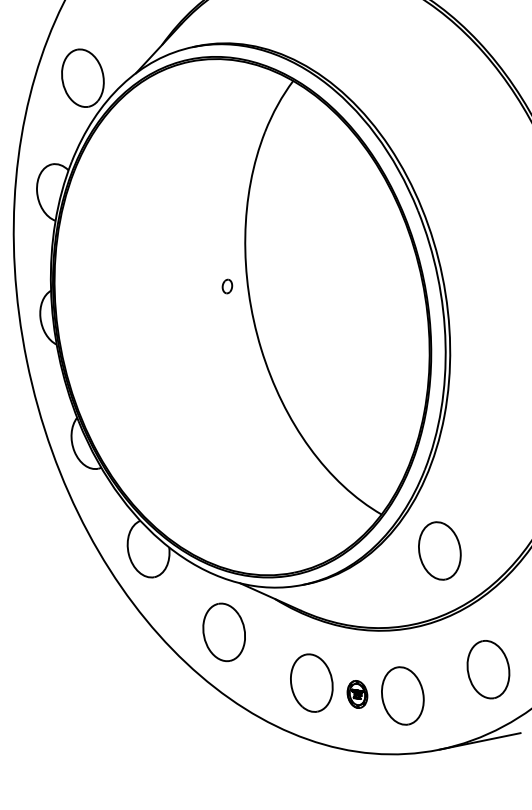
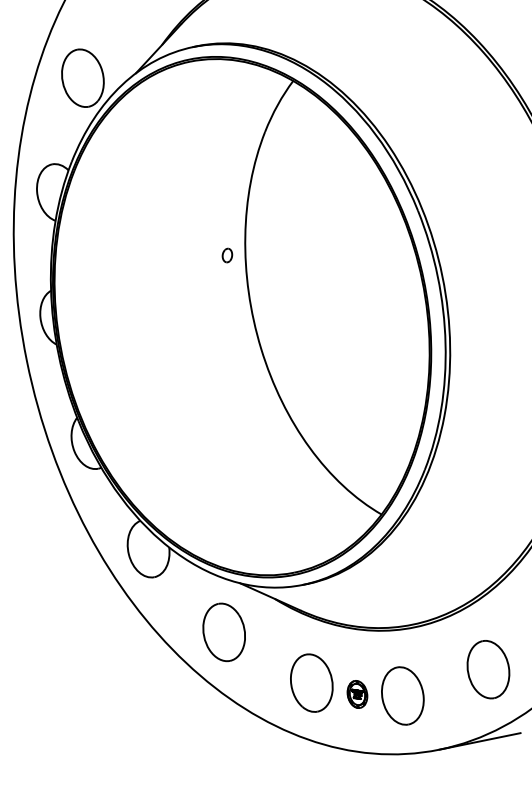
part at (227, 286) position: (227, 286) -> (227, 255)
part at (439, 550): present -> none
